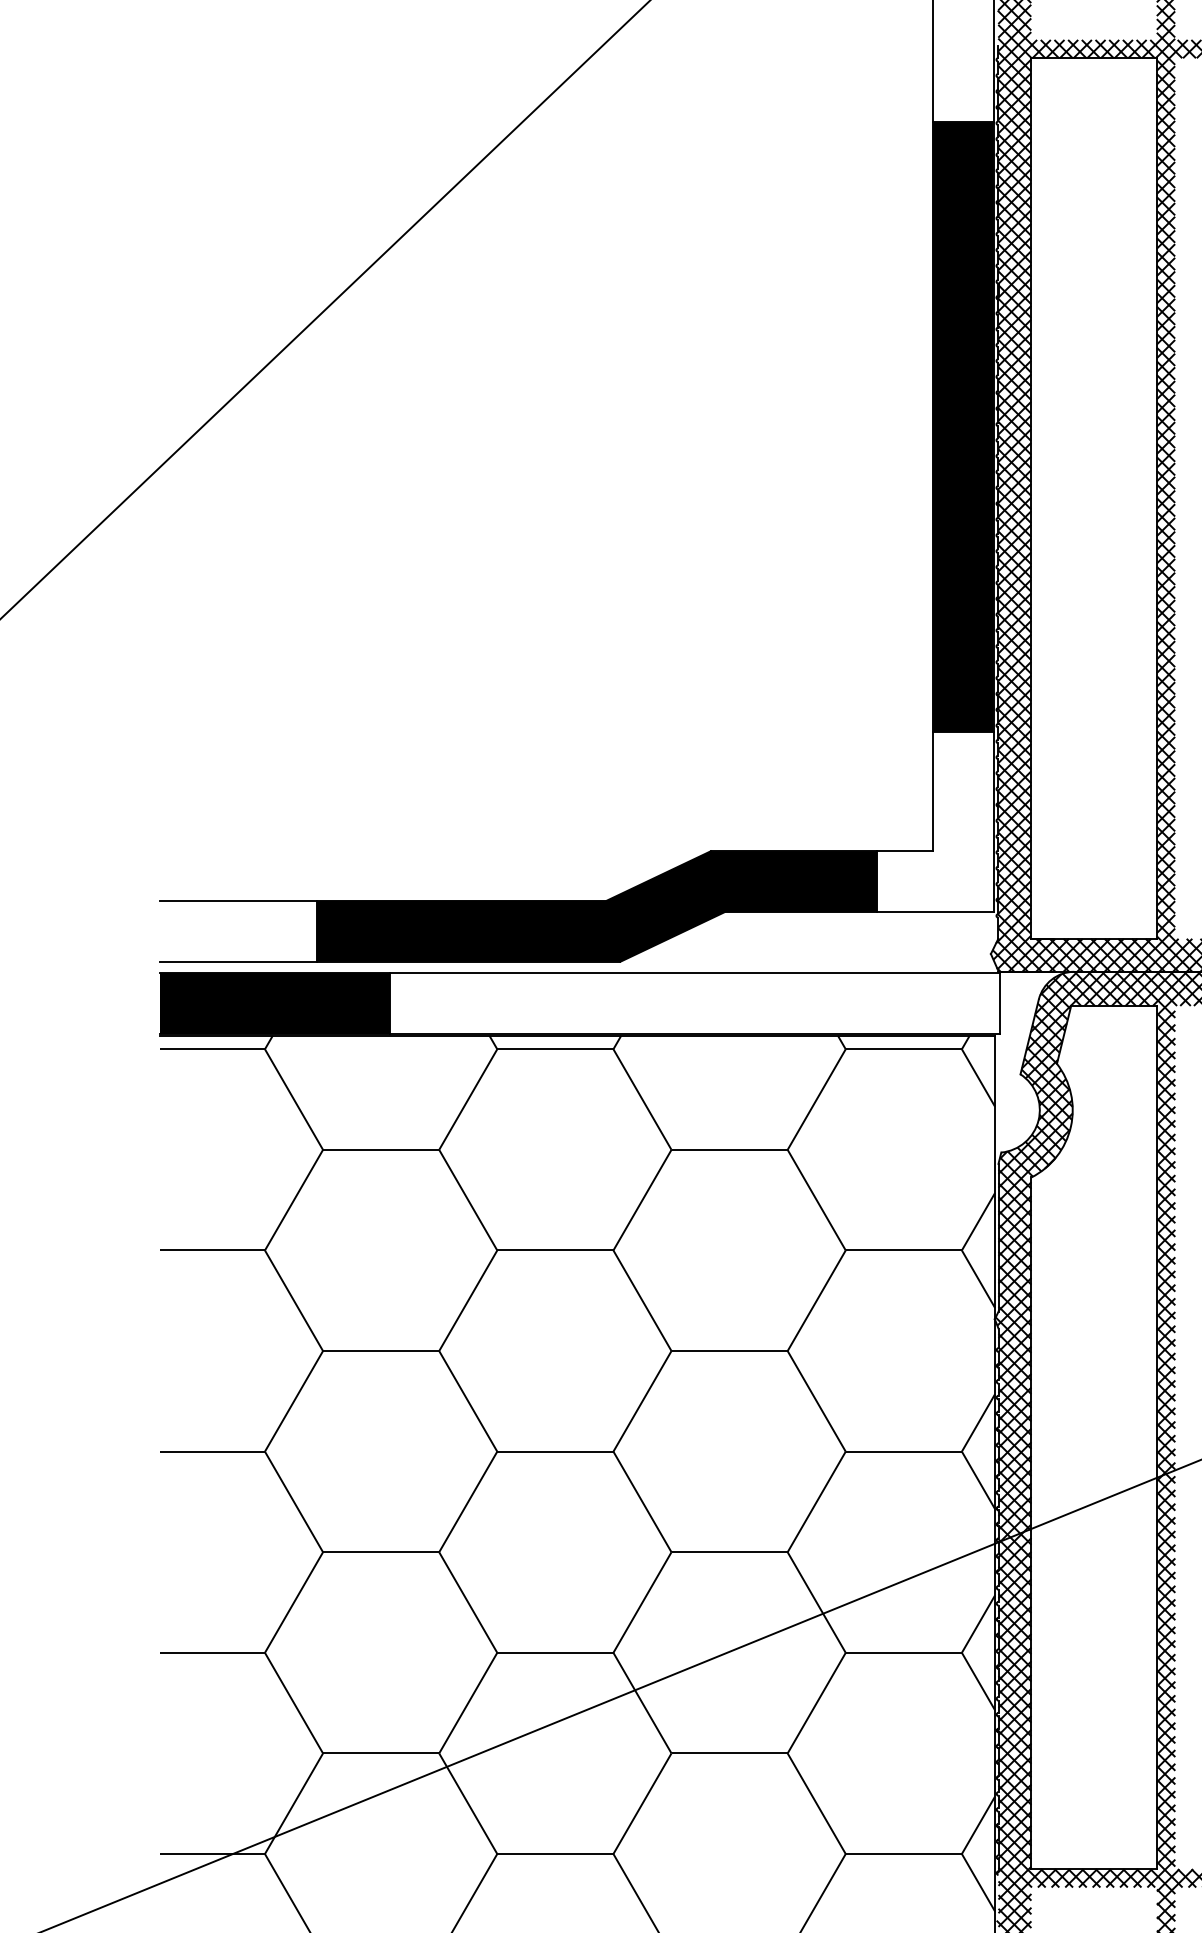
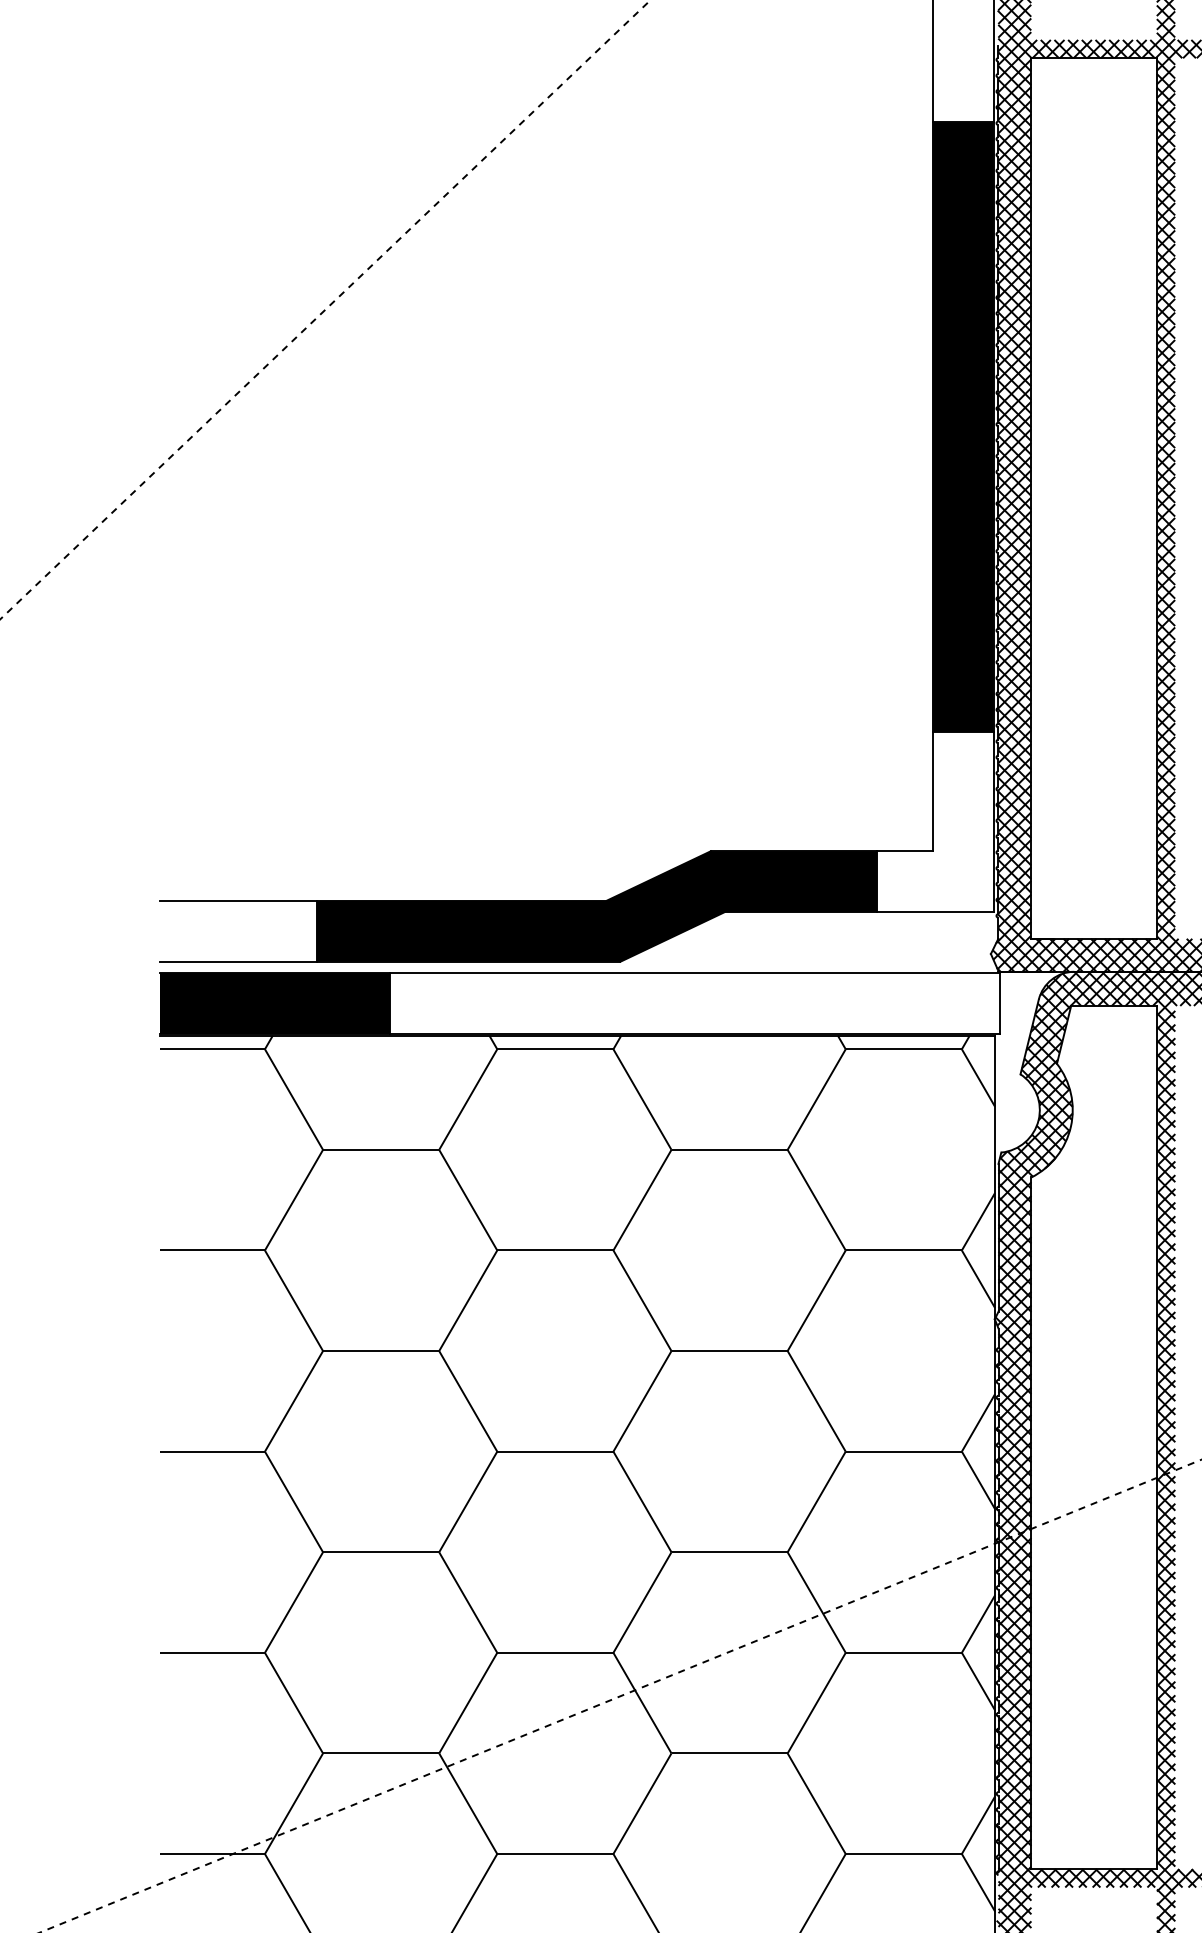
line at (325, 309): solid -> dashed
line at (620, 1696): solid -> dashed
